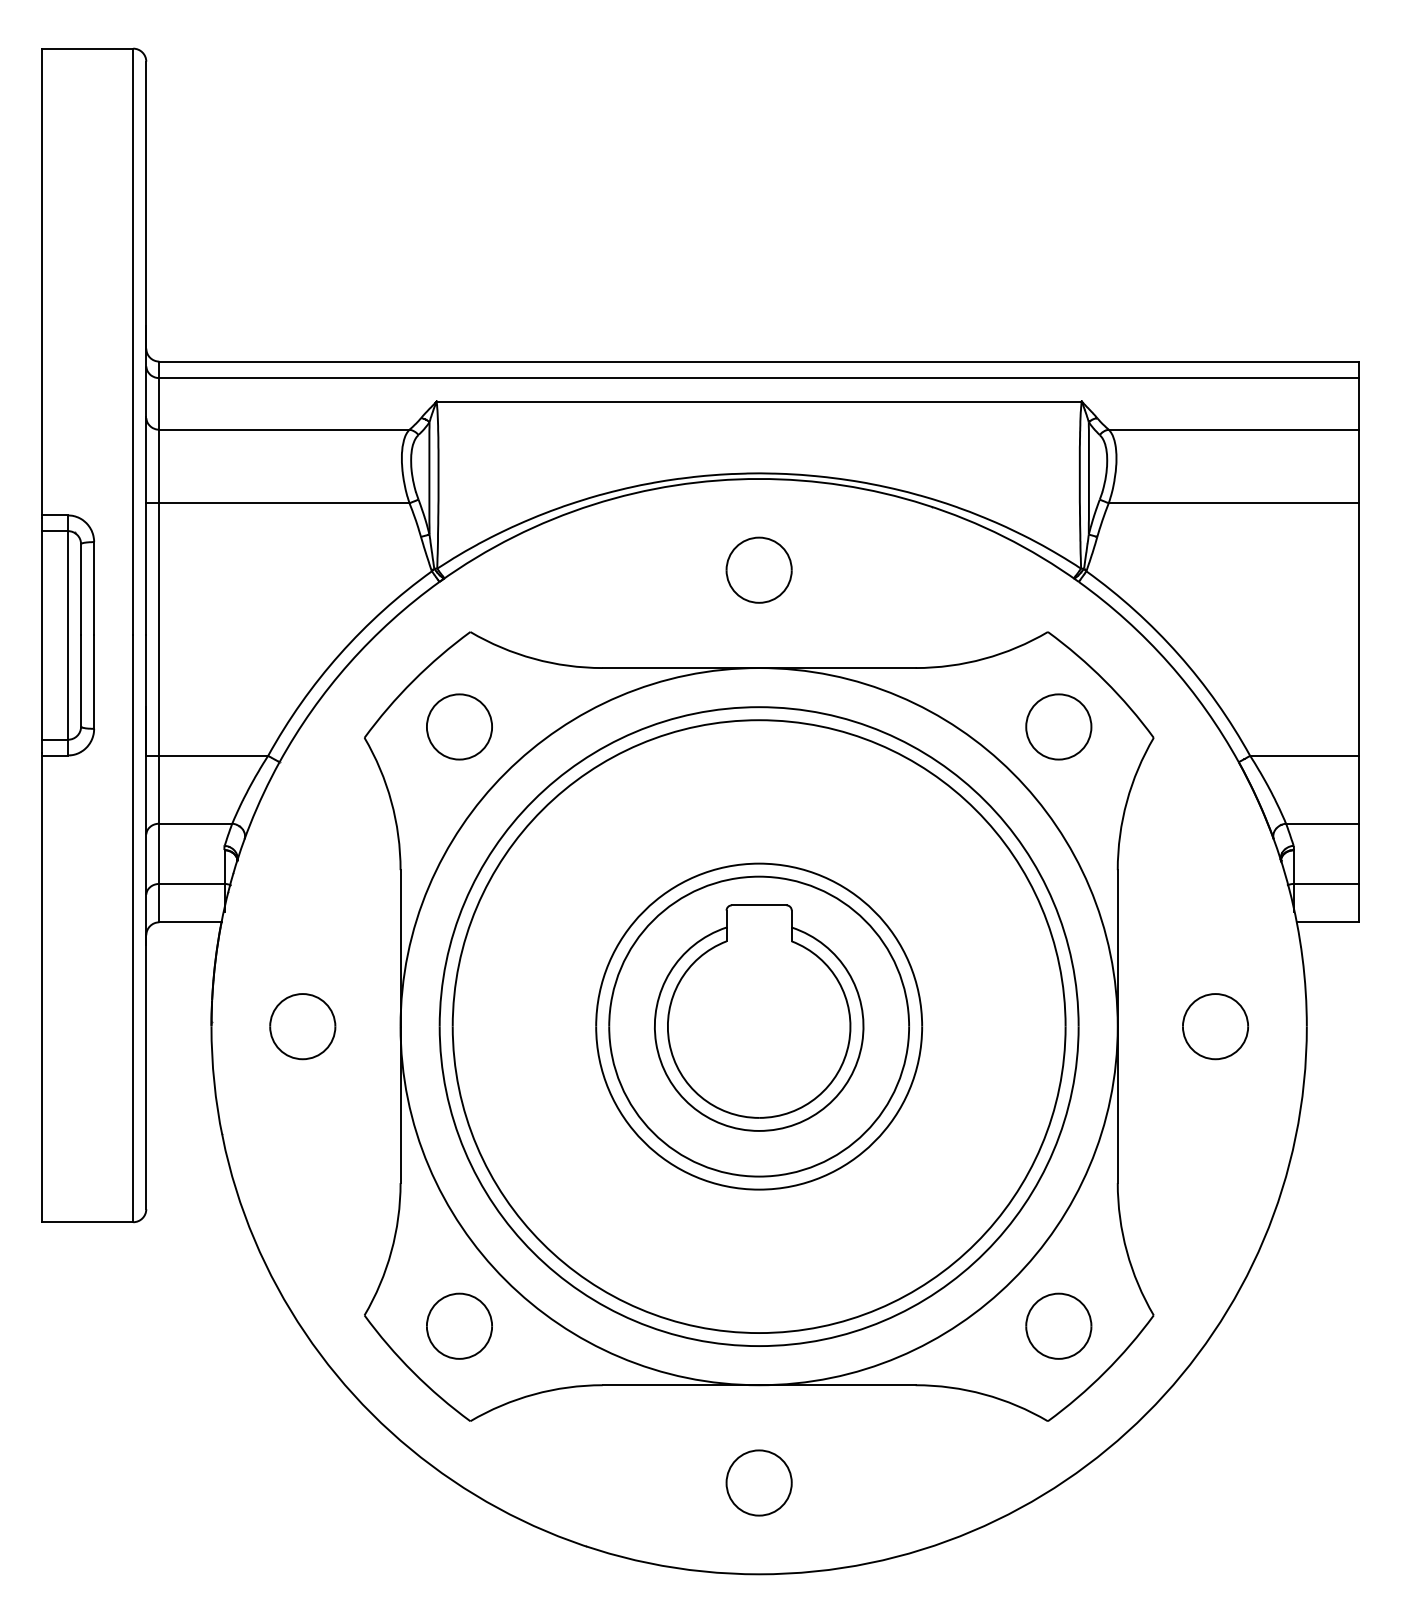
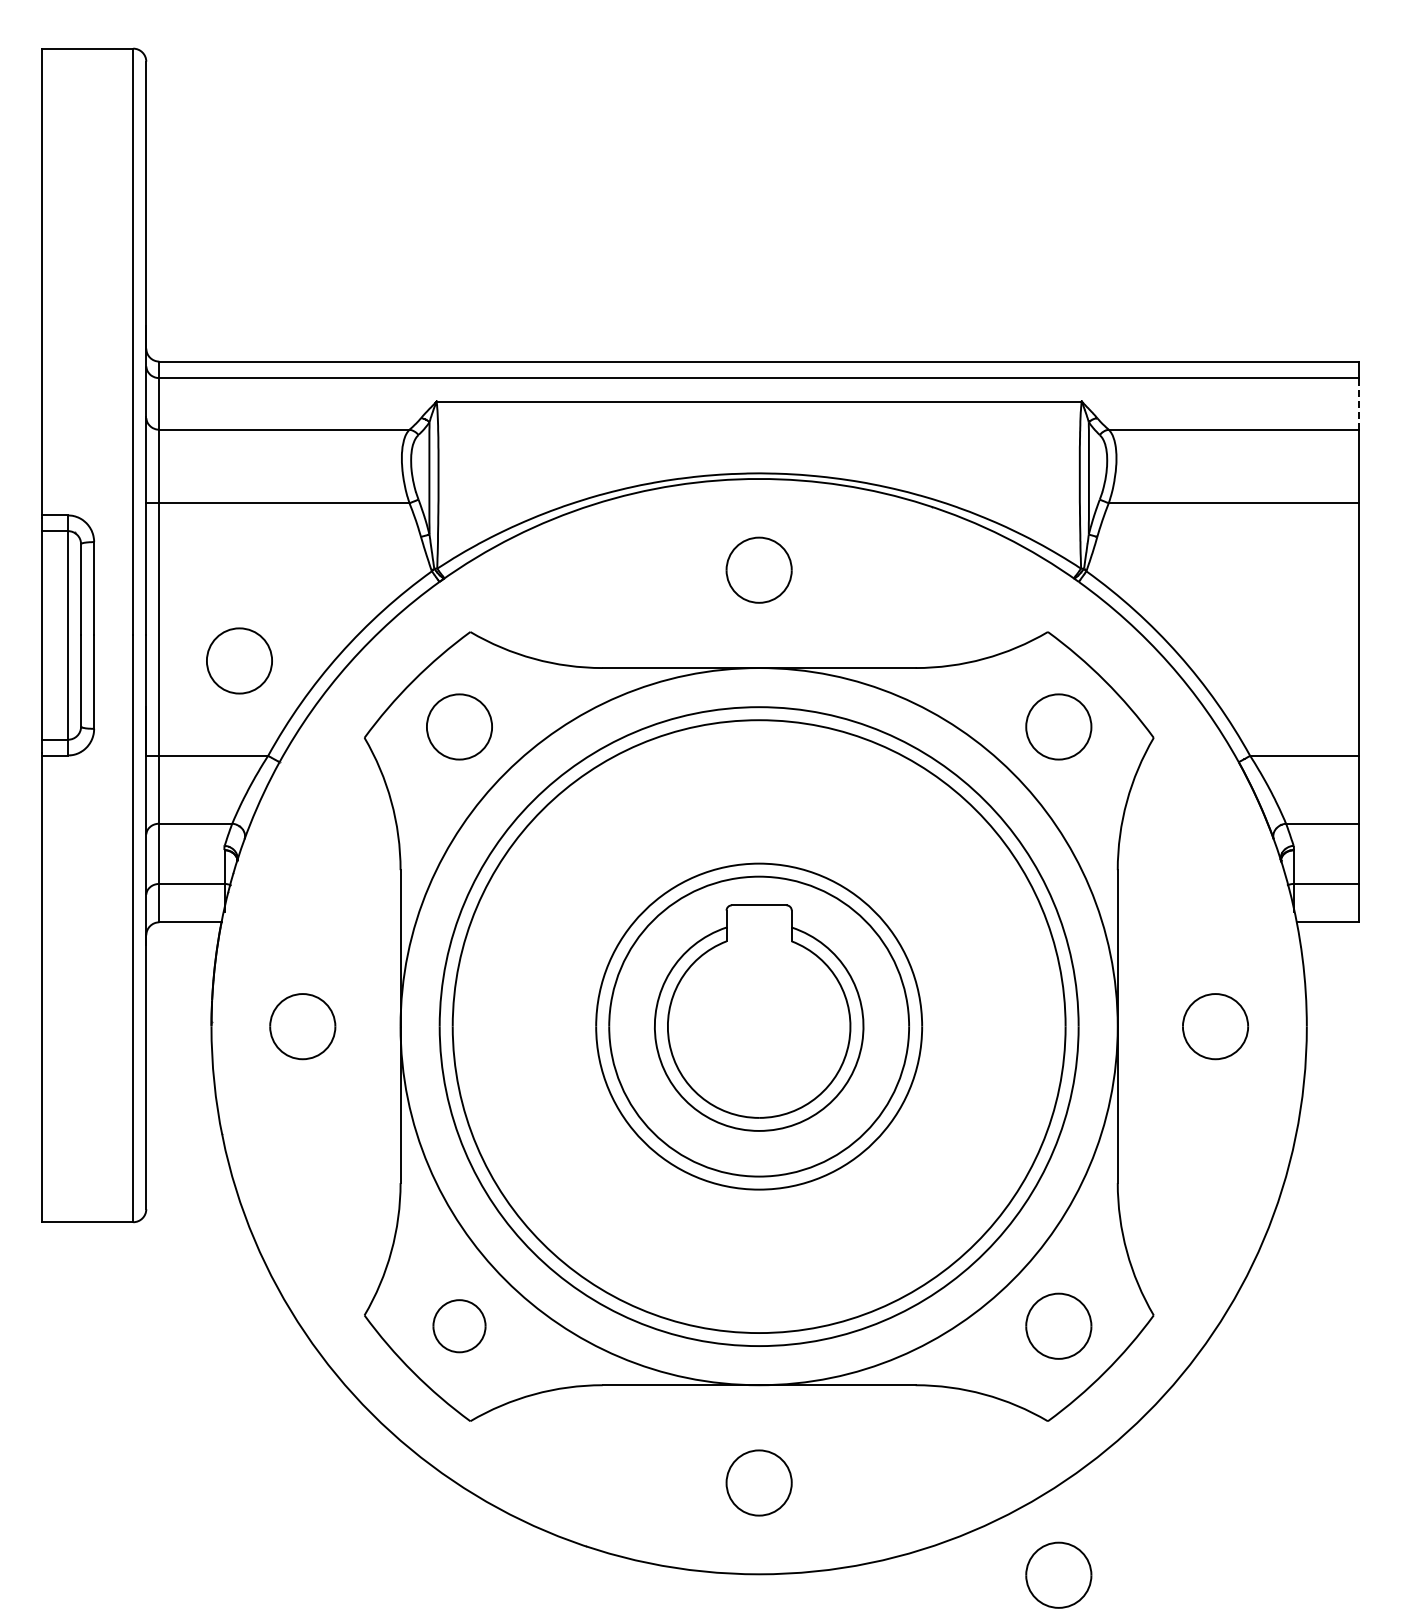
line at (1359, 403): solid -> dashed
part at (239, 660): none -> present
part at (459, 1325) size: 67x68 px -> 55x55 px
part at (1058, 1574): none -> present
